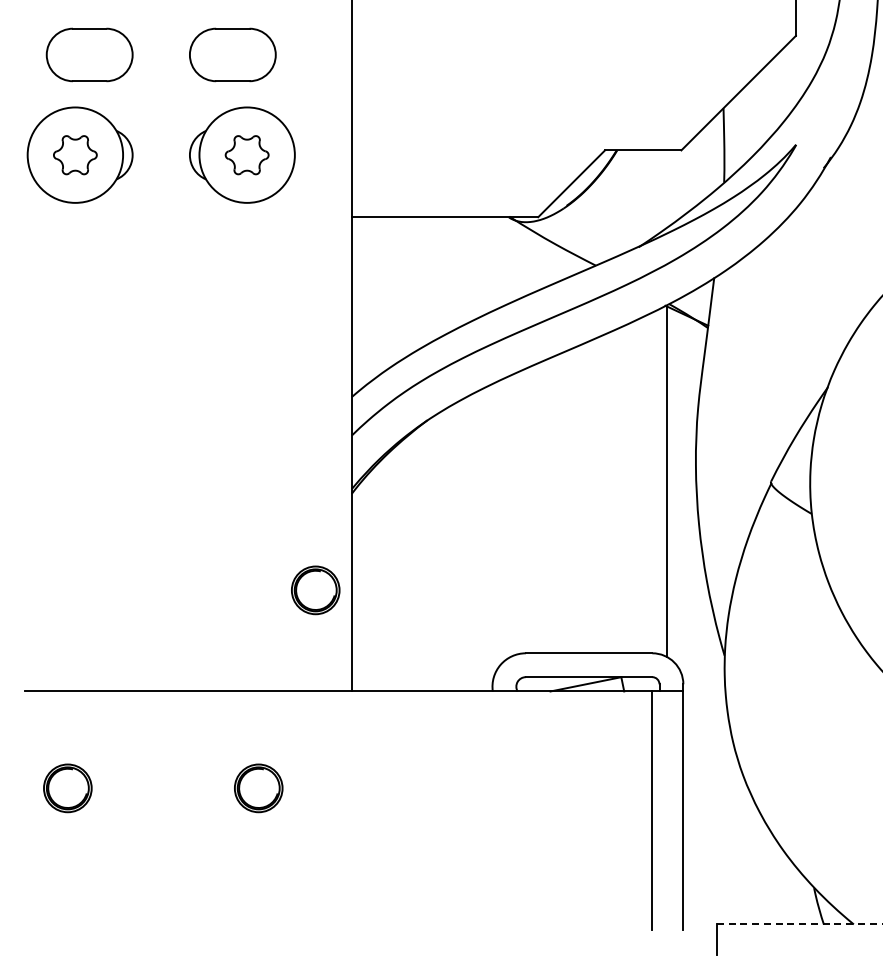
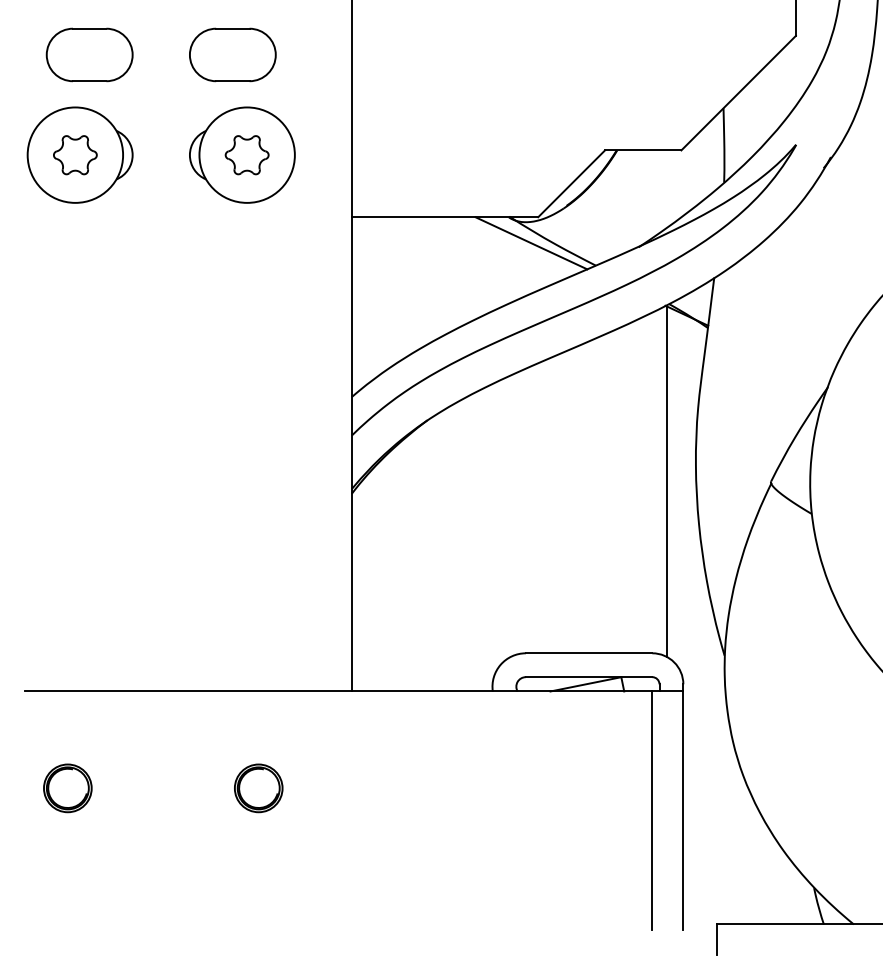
line at (531, 243): none -> present
part at (315, 590): present -> none
line at (799, 924): dashed -> solid
